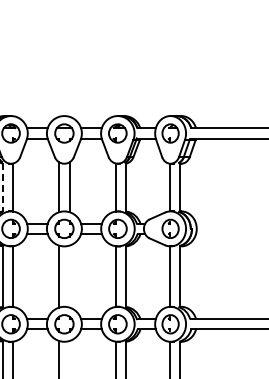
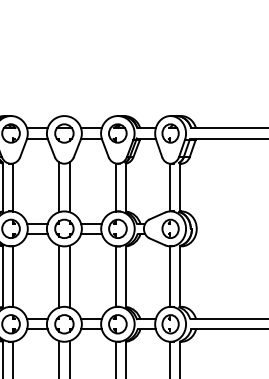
line at (2, 187): dashed -> solid
line at (69, 276): none -> present
line at (69, 358): none -> present
